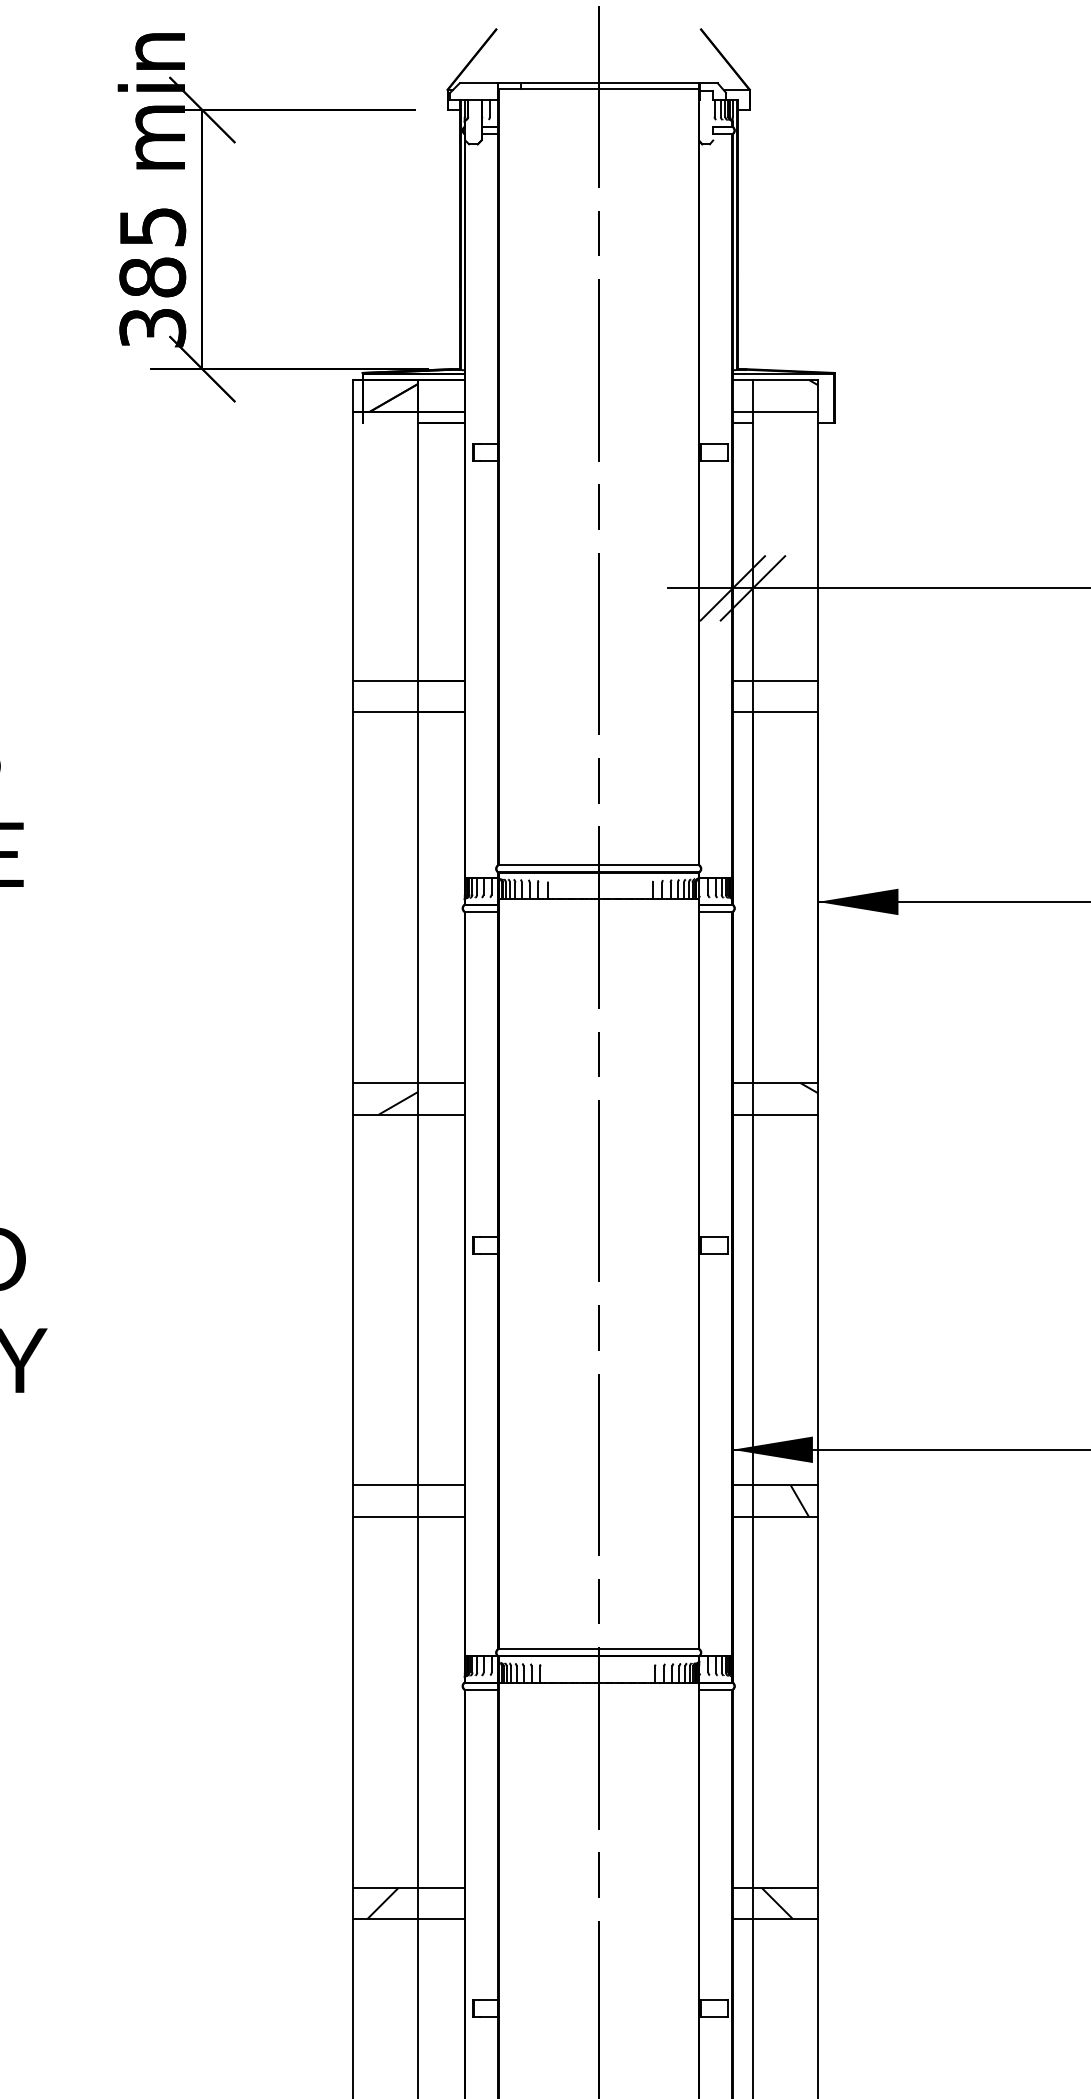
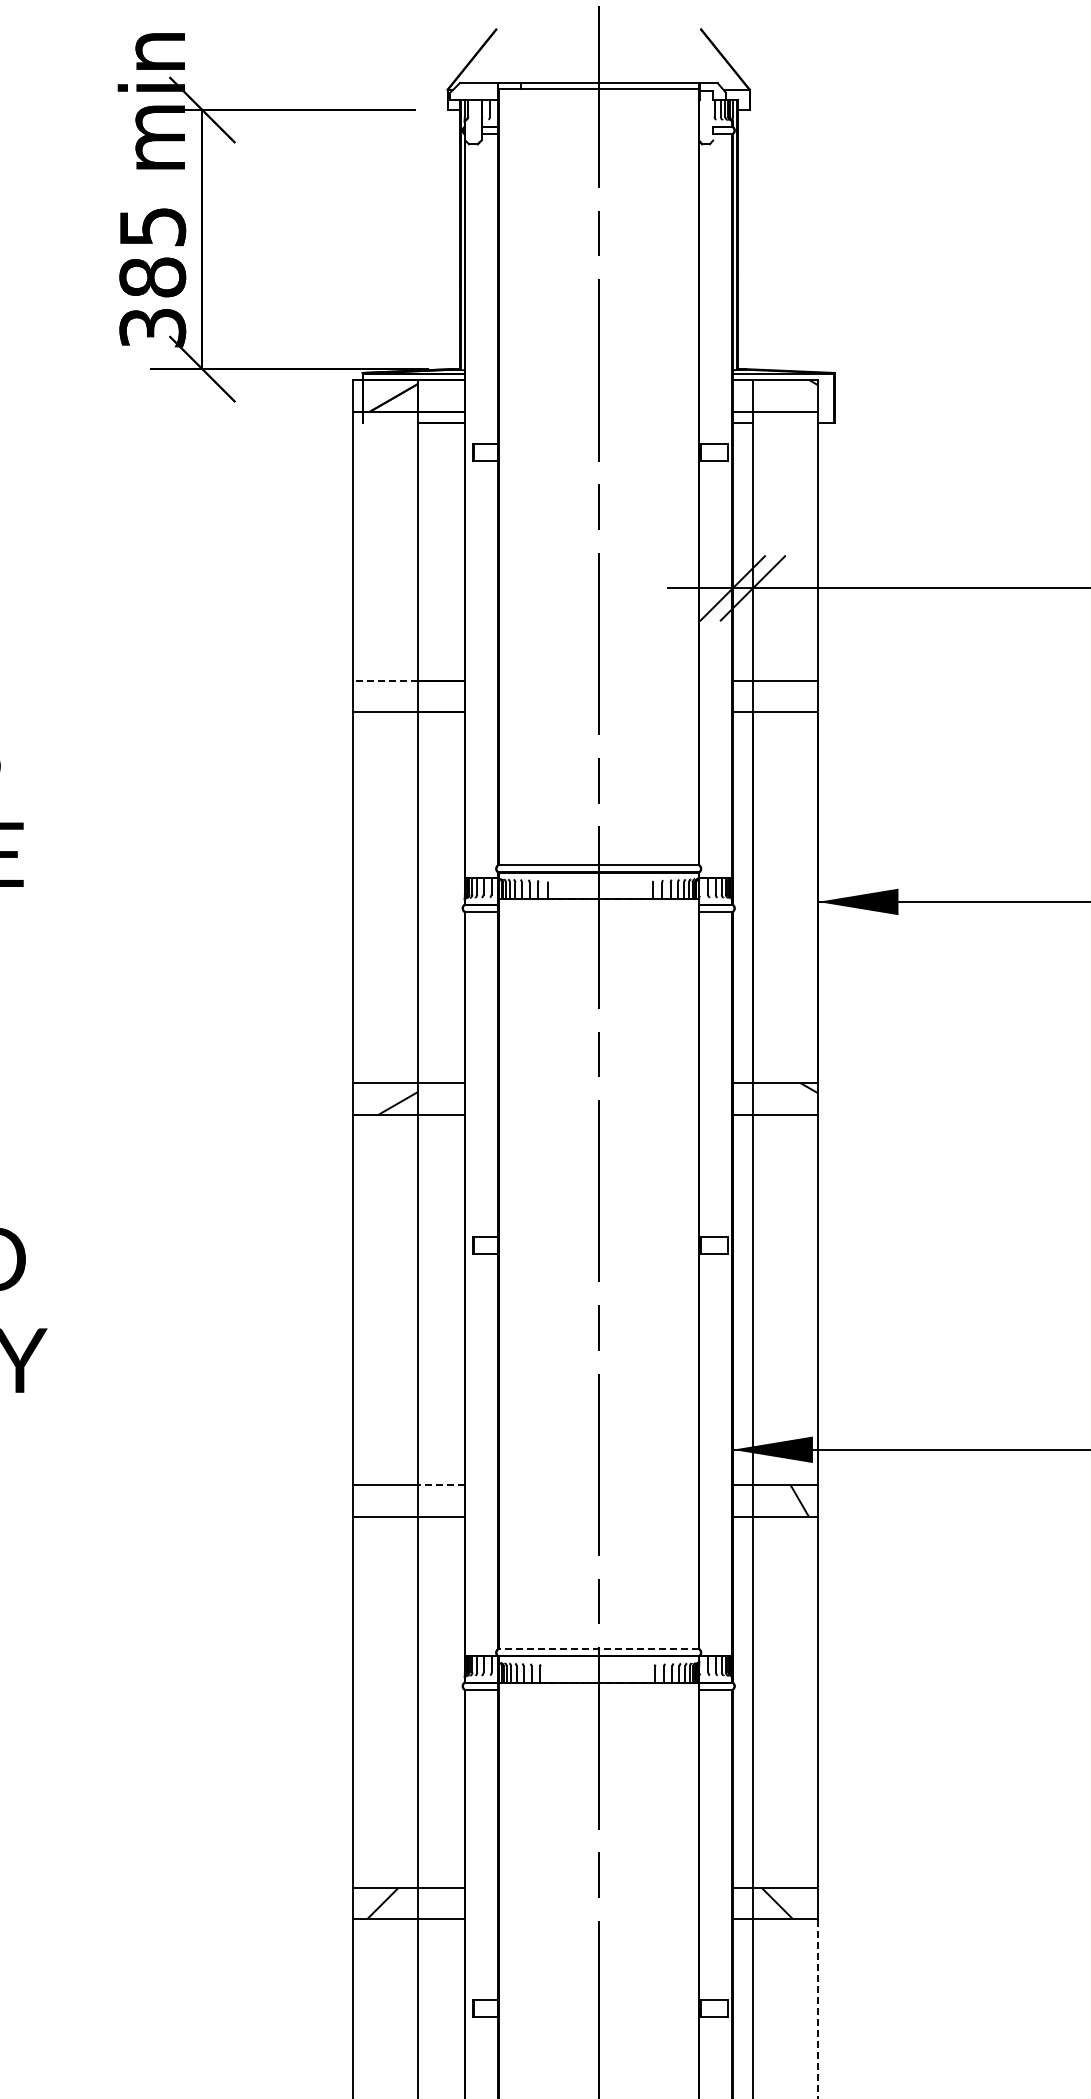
line at (385, 680): solid -> dashed
line at (440, 1485): solid -> dashed
line at (598, 1649): solid -> dashed
line at (818, 2008): solid -> dashed
